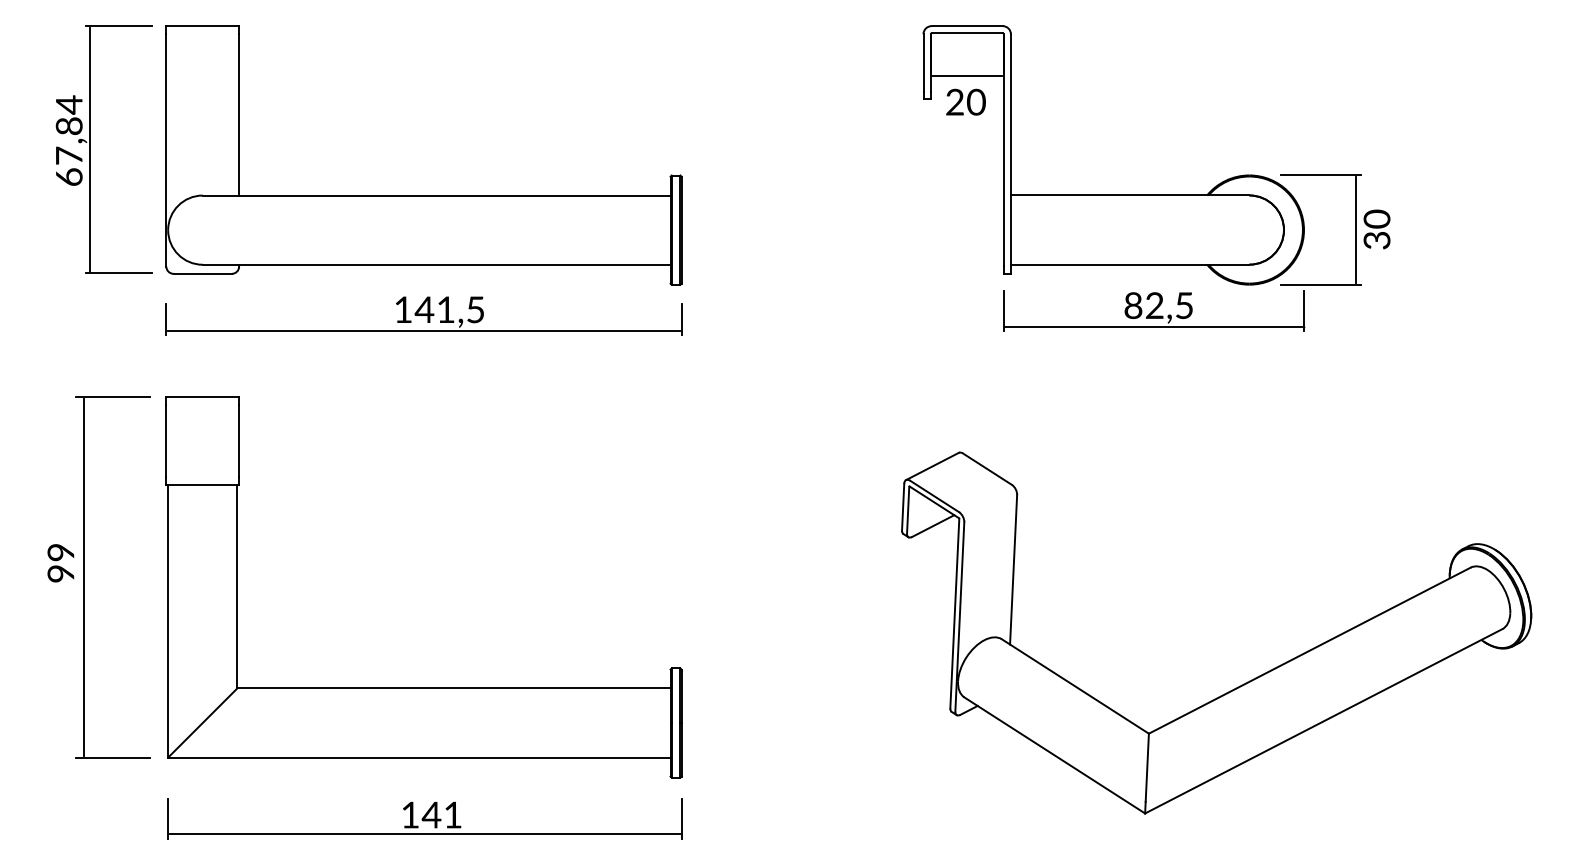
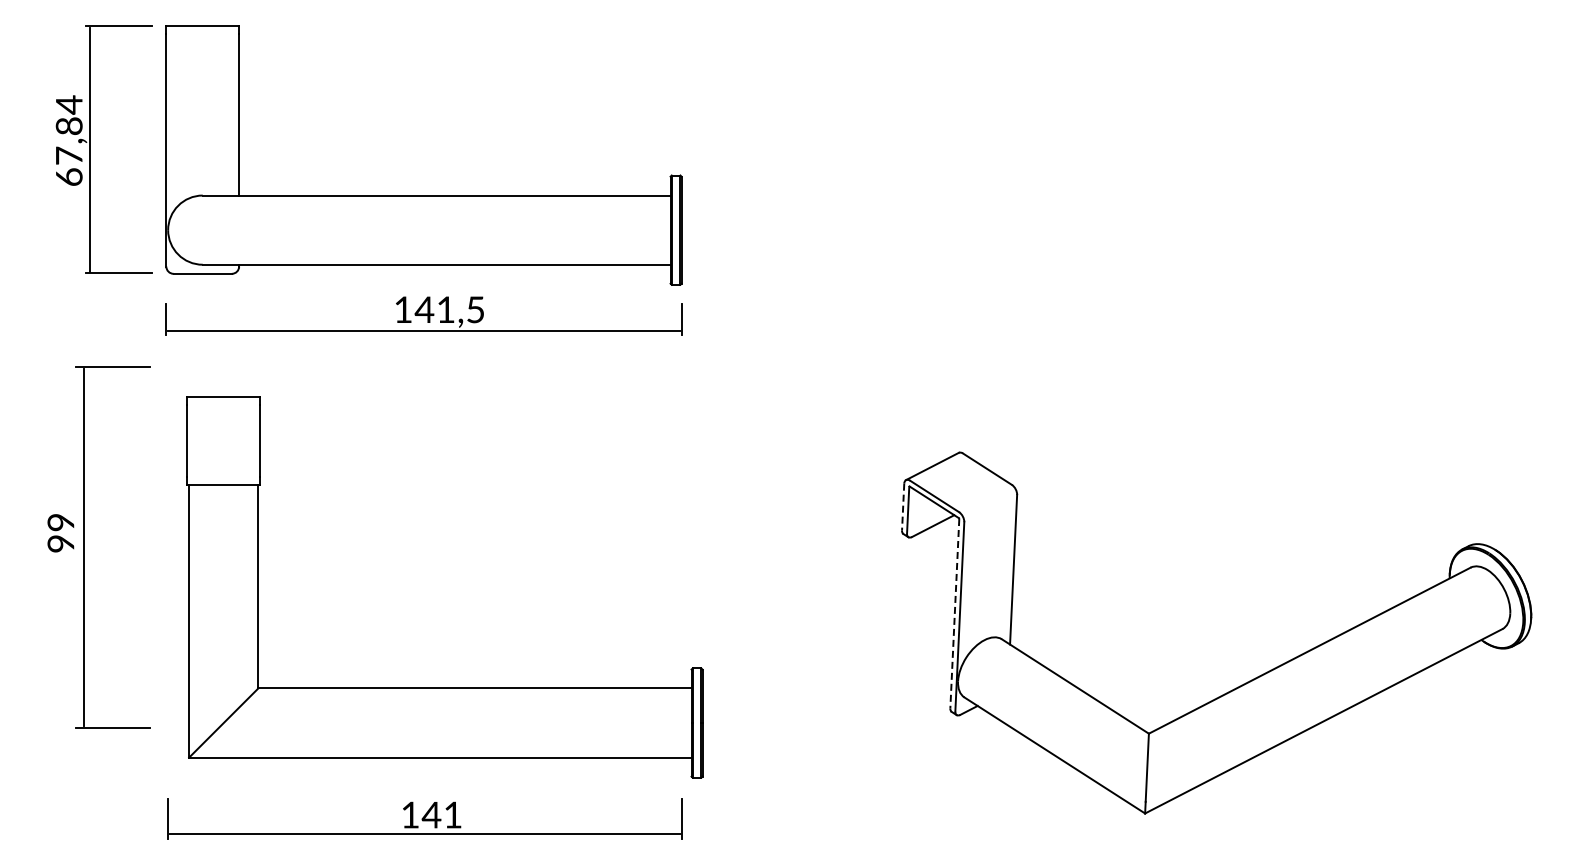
part at (1156, 194): present -> none
line at (903, 507): solid -> dashed
part at (84, 577) position: (84, 577) -> (84, 547)
line at (954, 613): solid -> dashed
part at (423, 687) position: (423, 687) -> (444, 687)
